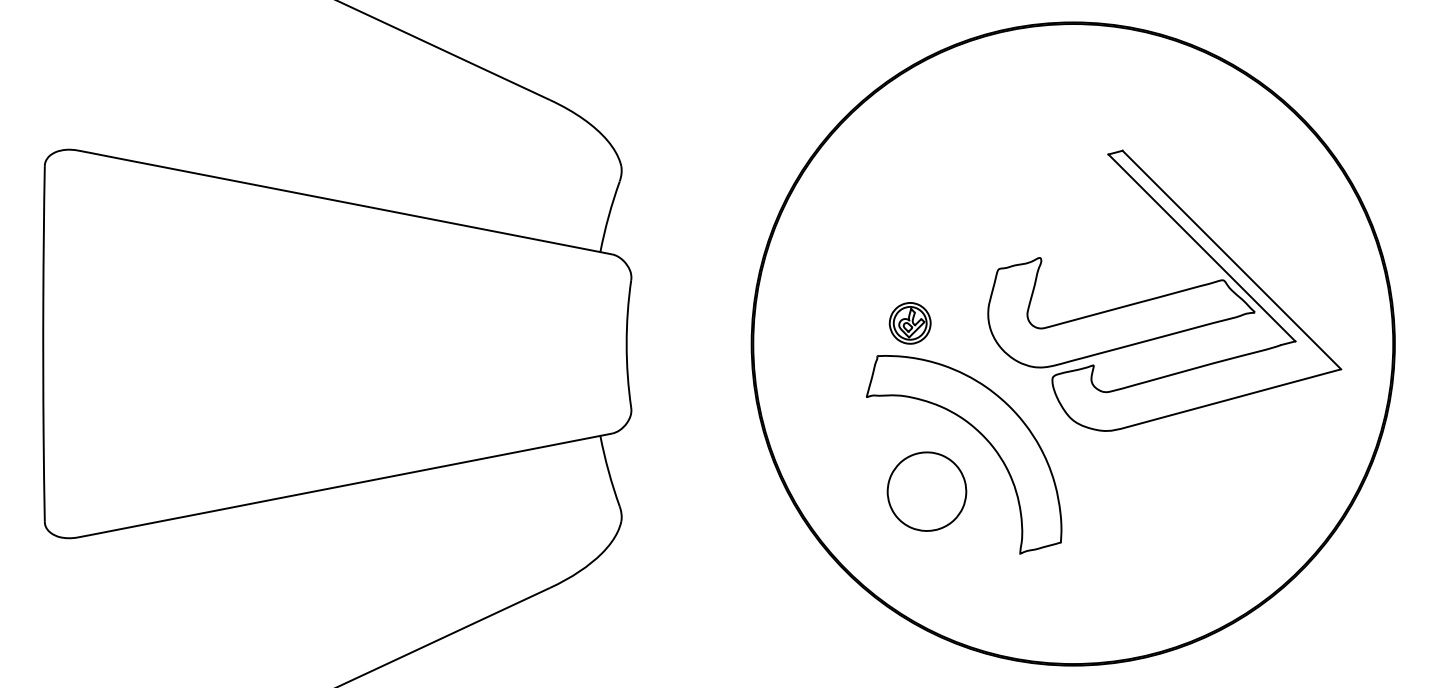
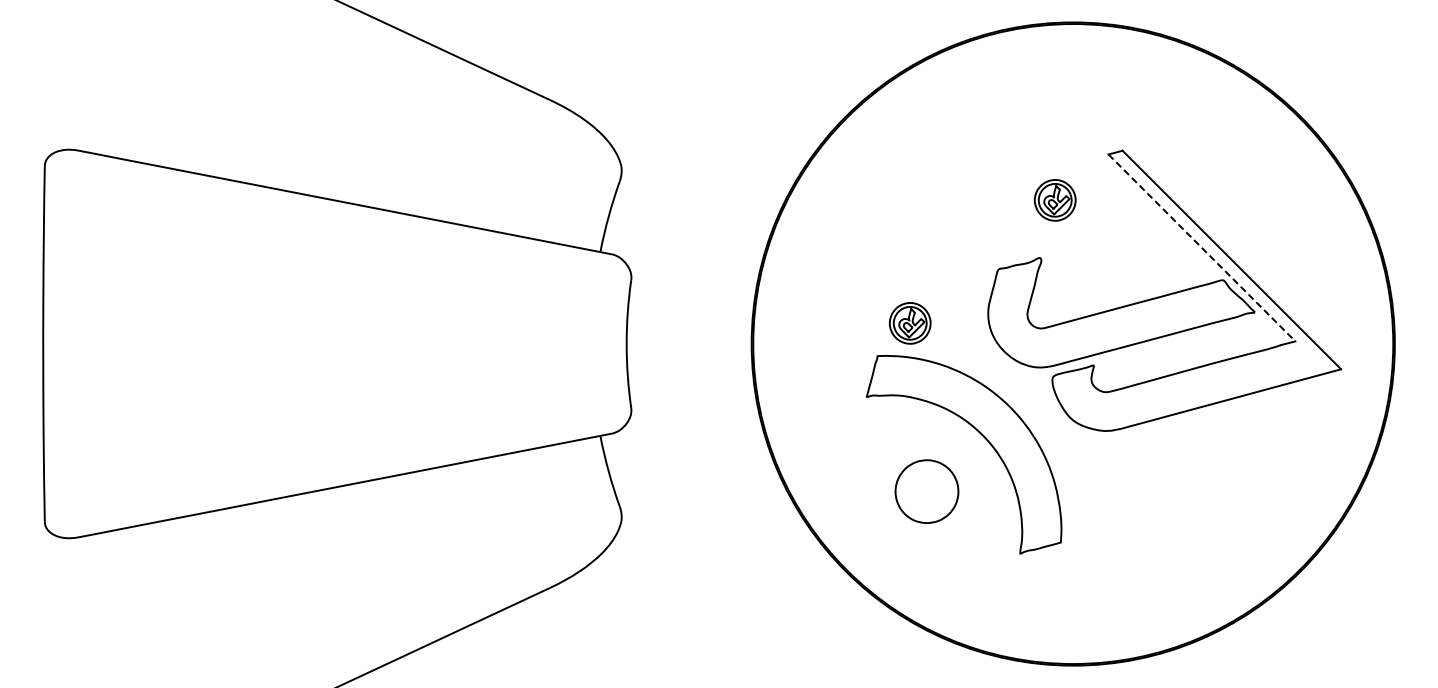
part at (1054, 200): none -> present
line at (1202, 248): solid -> dashed
part at (926, 491) size: 82x81 px -> 66x65 px
